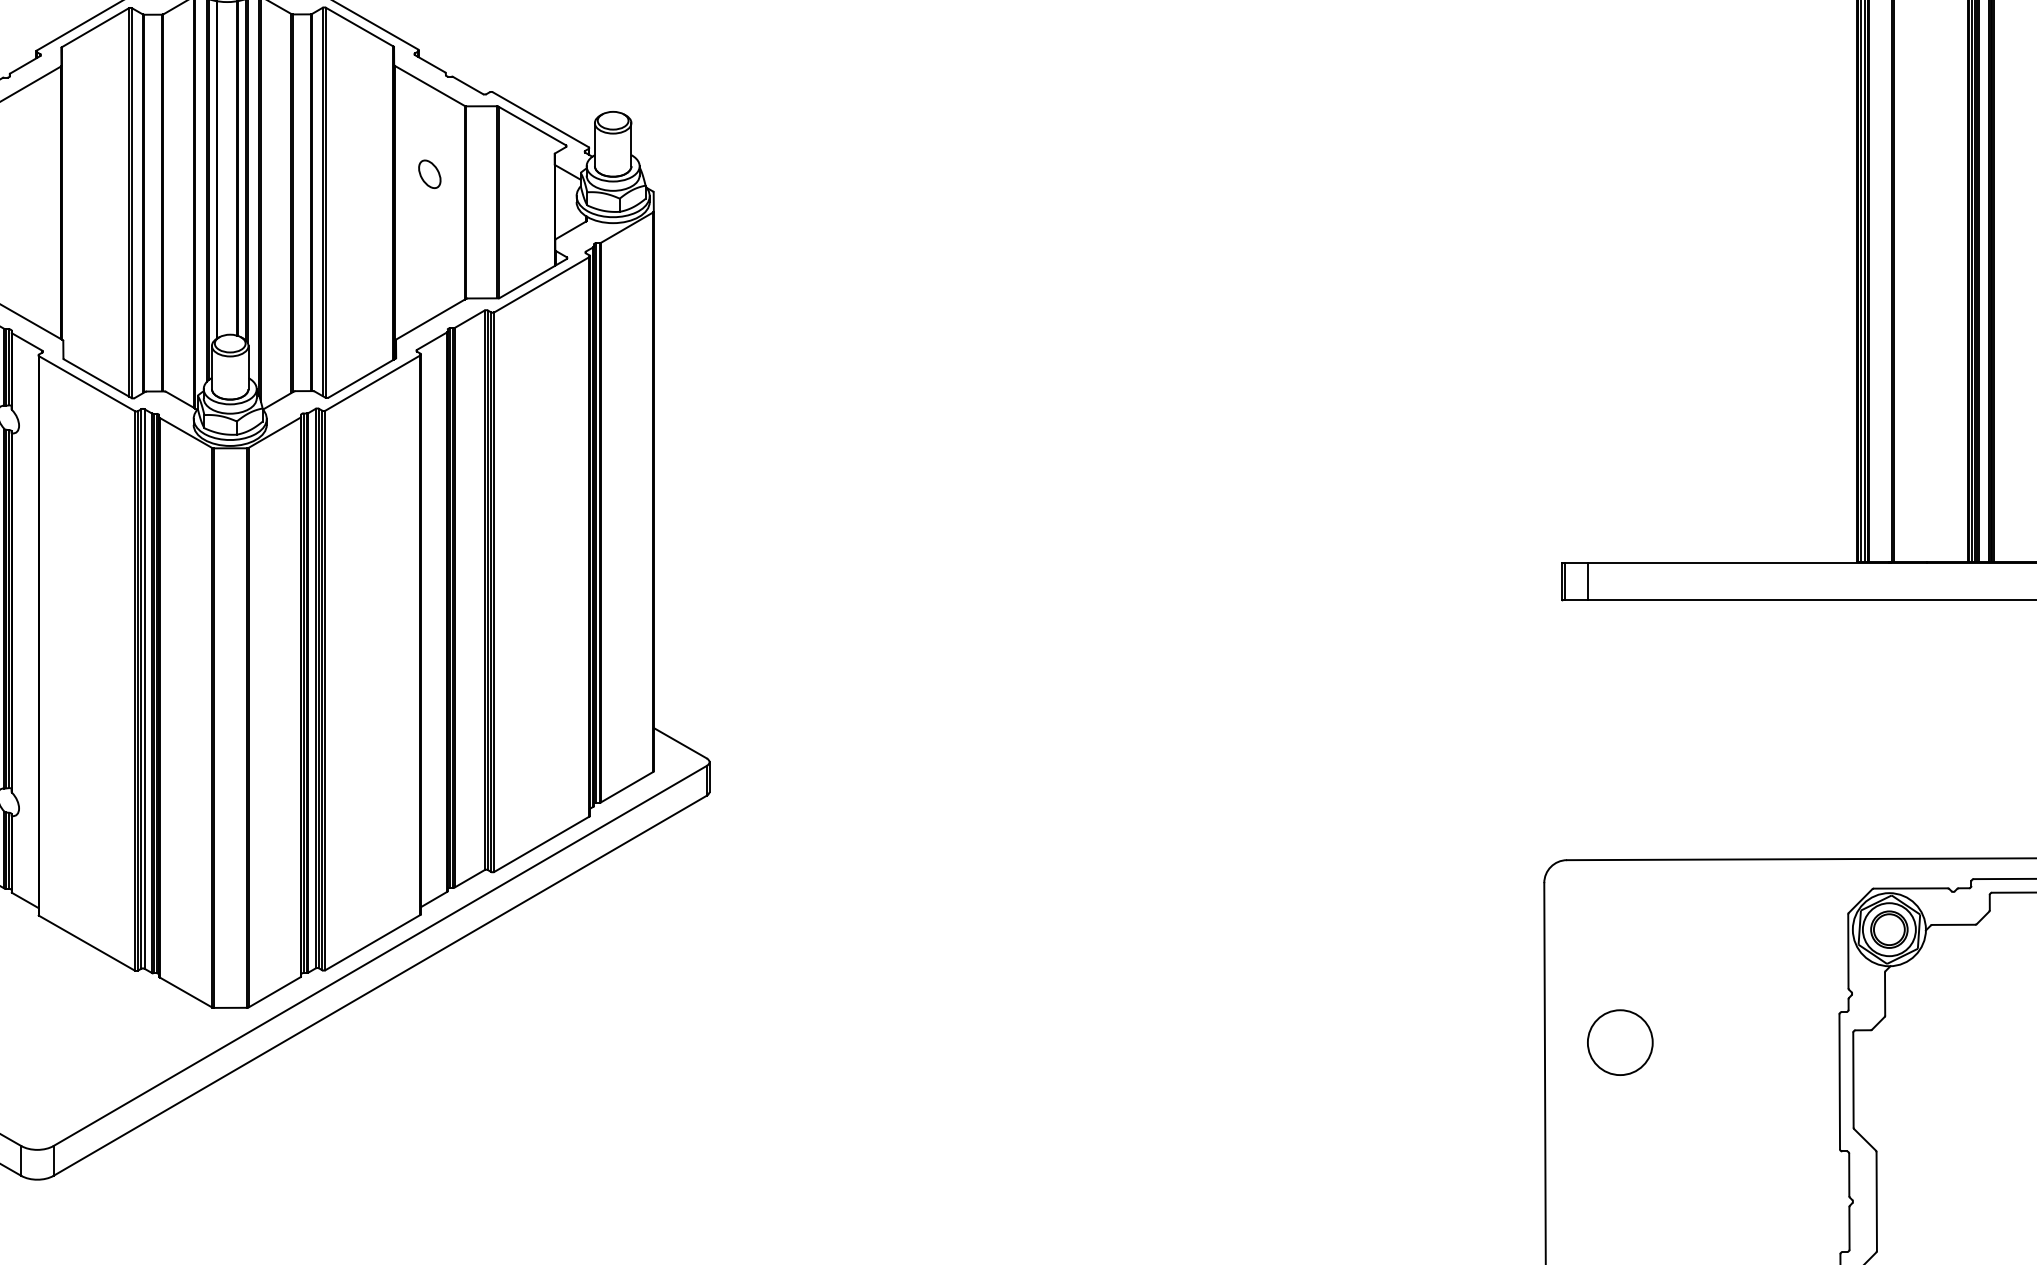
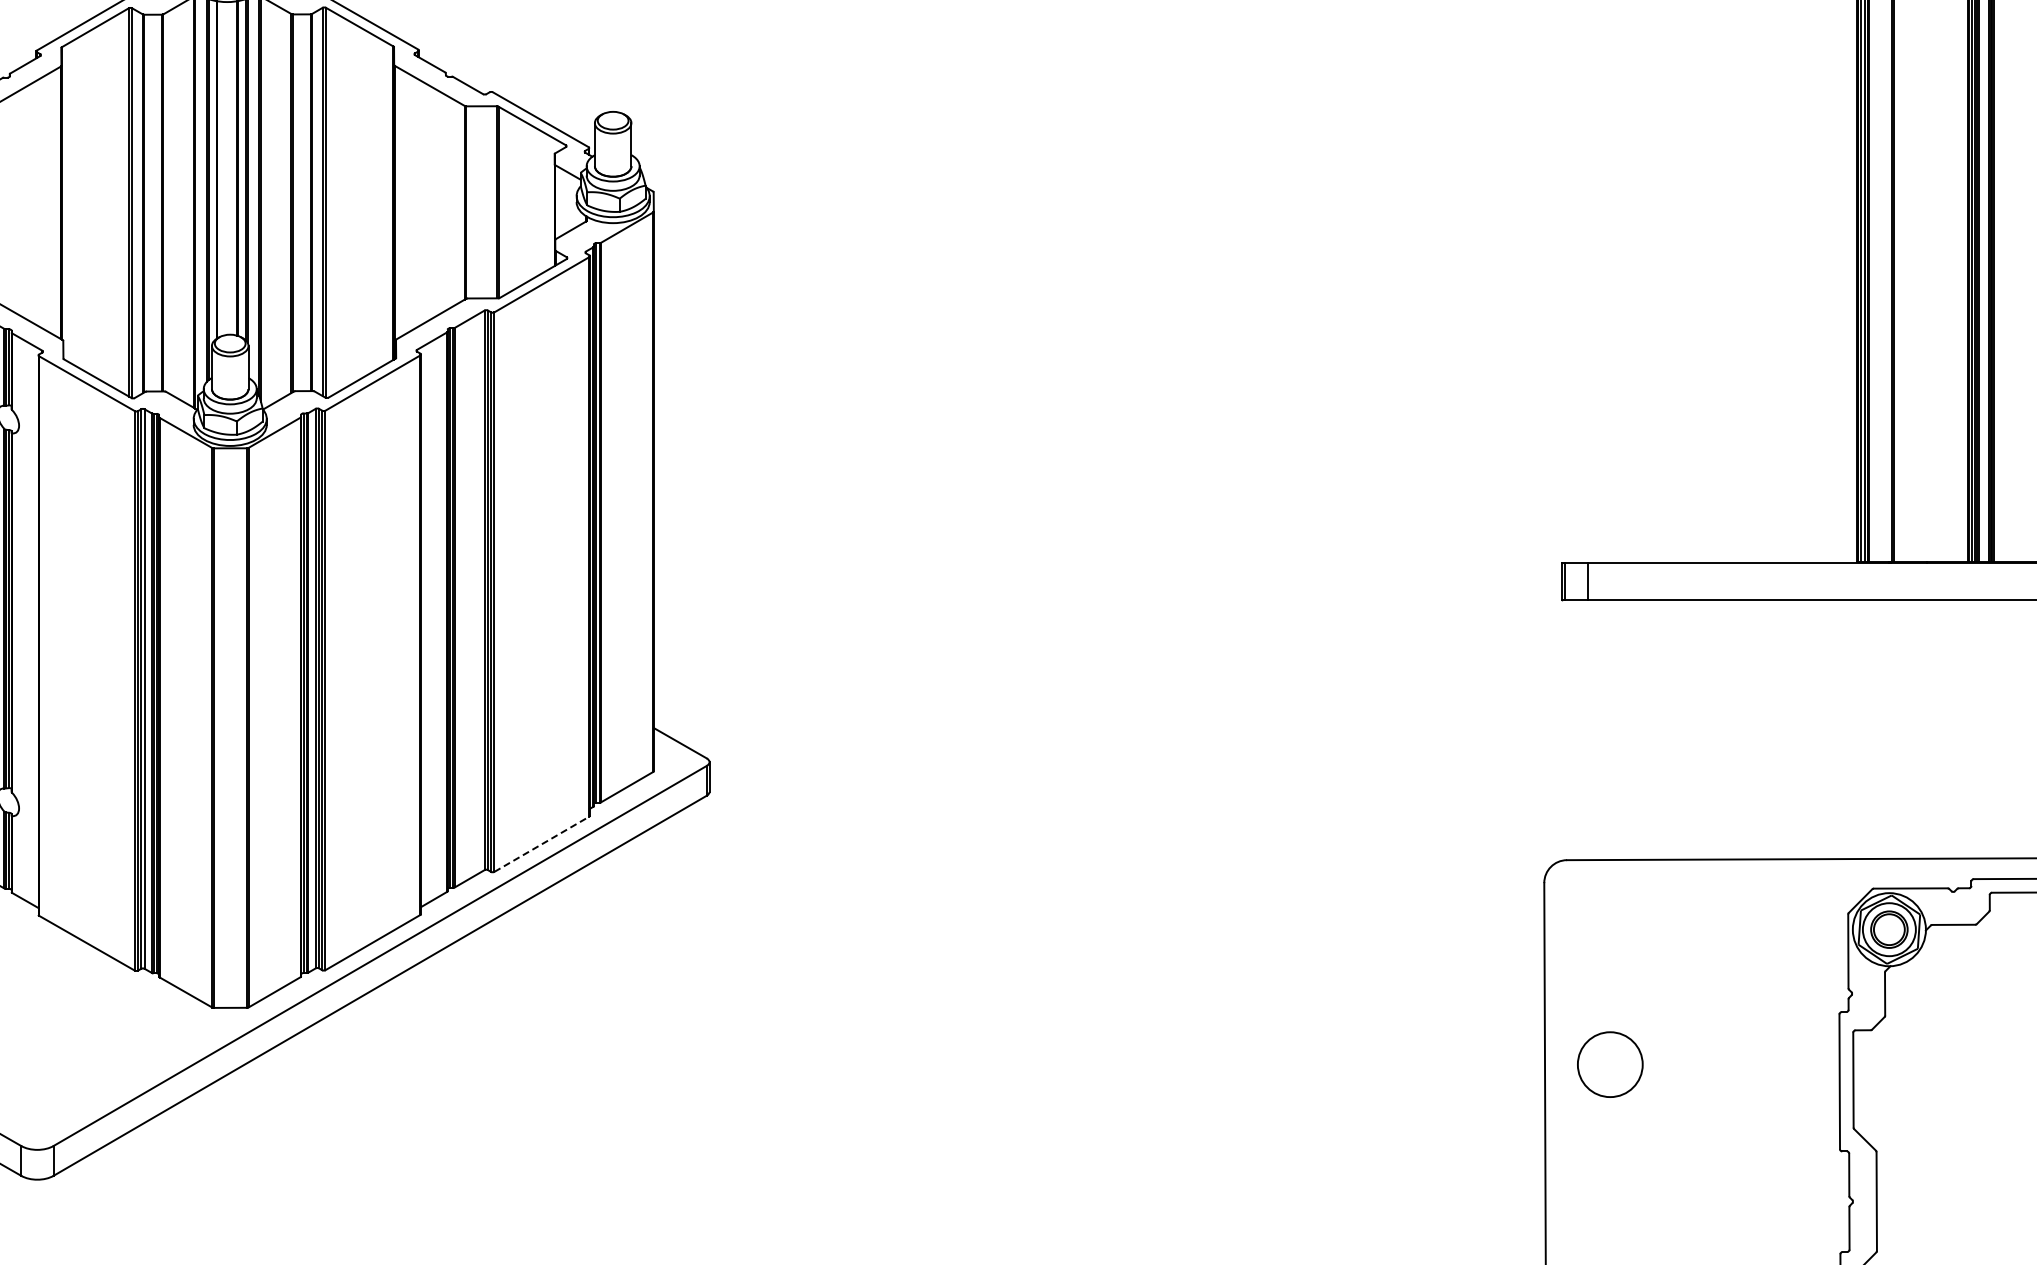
part at (429, 173): present -> none
line at (541, 844): solid -> dashed
circle at (1620, 1042) position: (1620, 1042) -> (1610, 1064)
